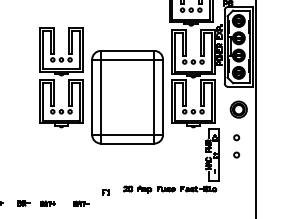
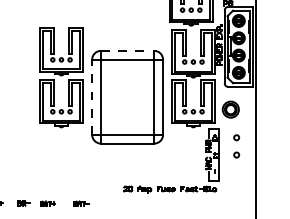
line at (127, 50): solid -> dashed
line at (92, 97): solid -> dashed
part at (238, 109) position: (238, 109) -> (230, 109)
part at (105, 192): present -> none
